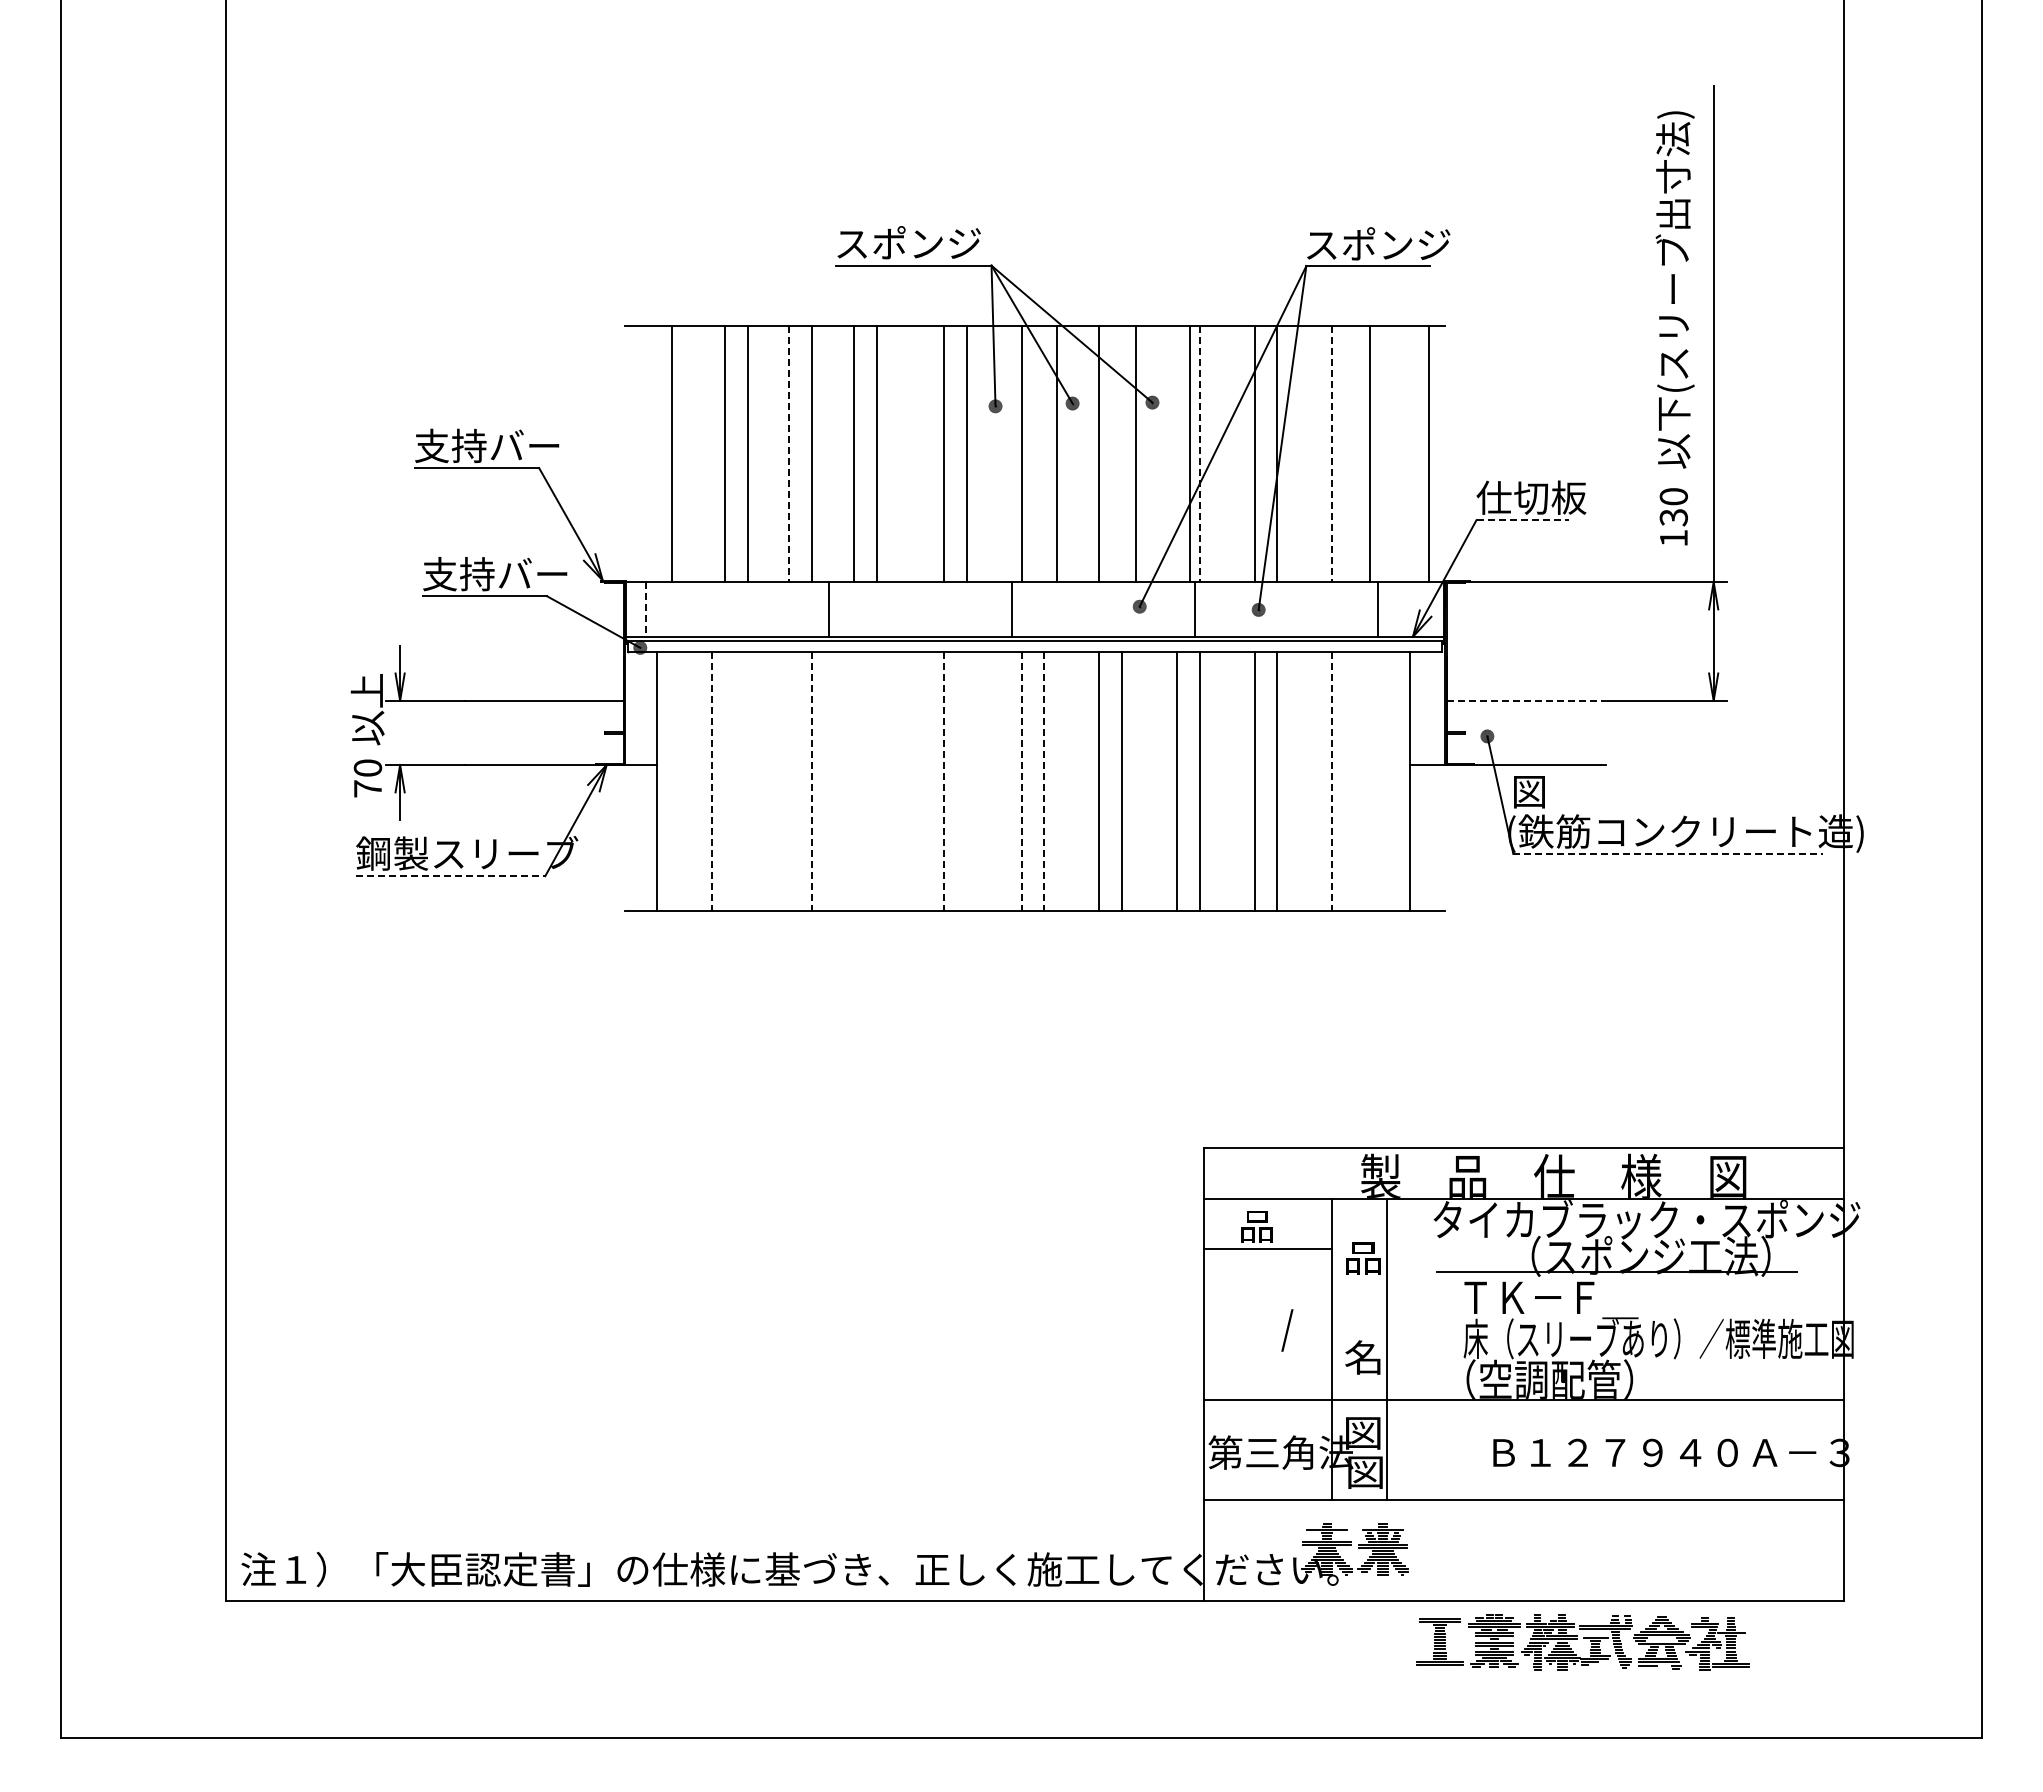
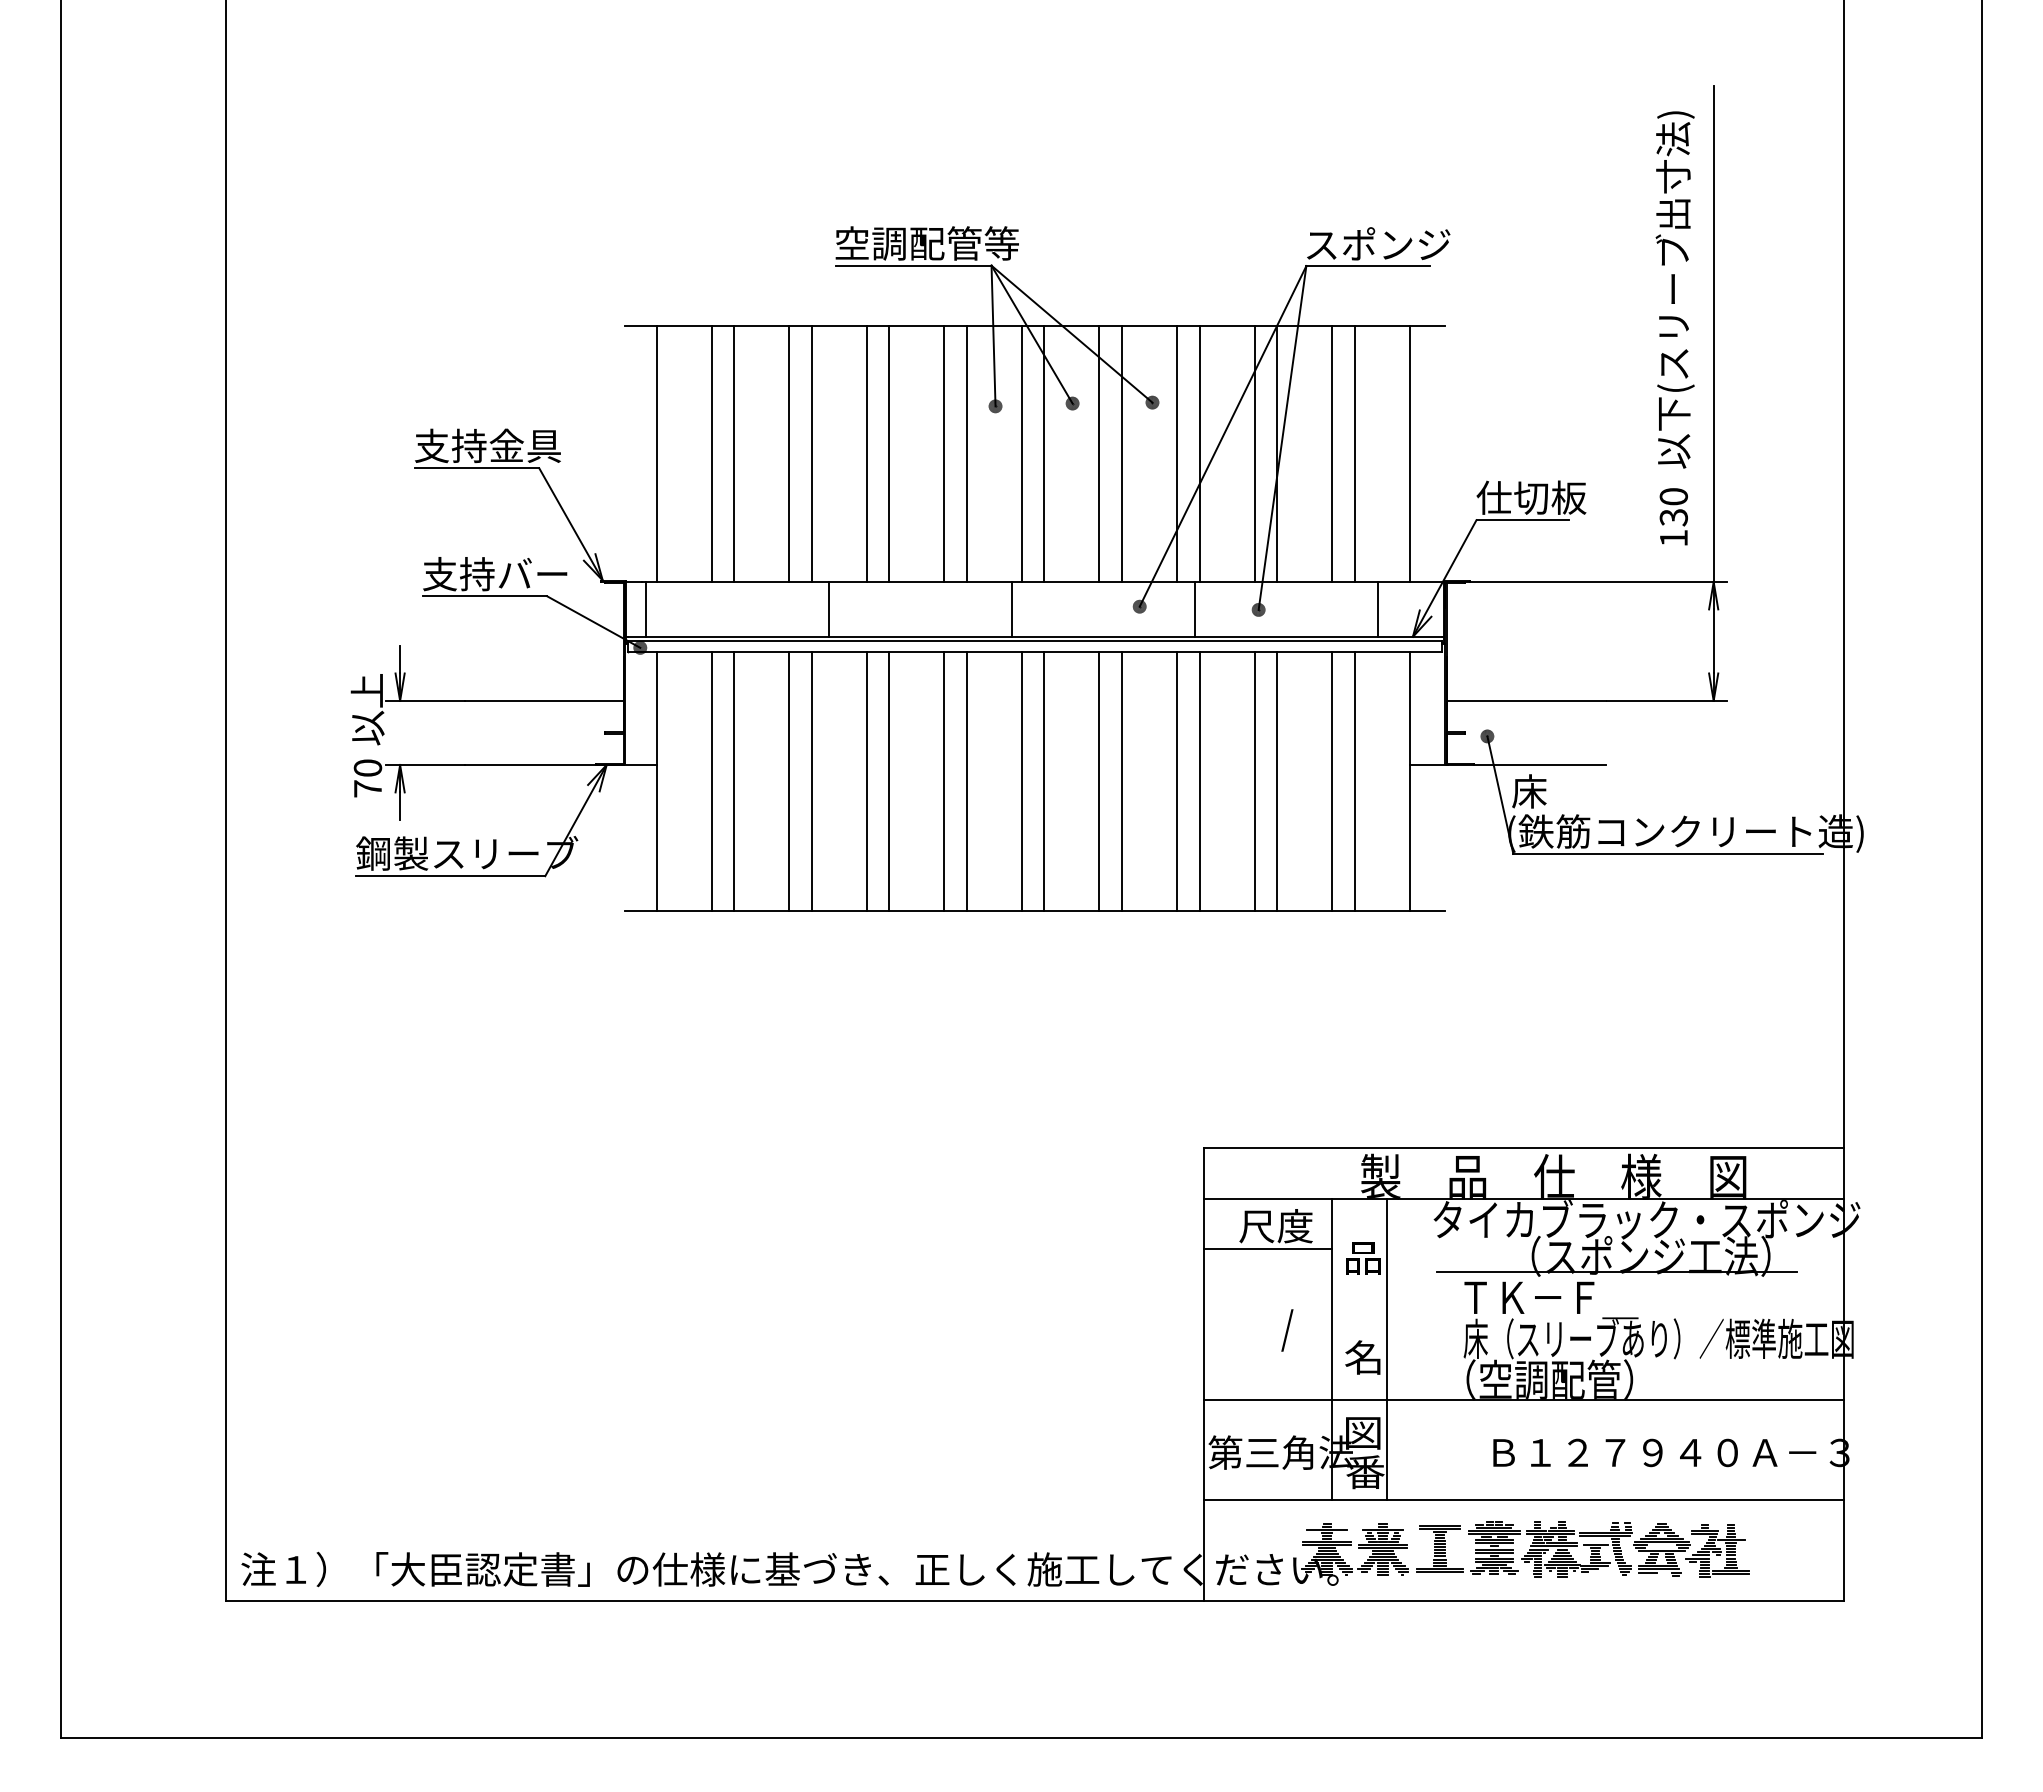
text at (926, 243): スポンジ -> 空調配管等
text at (524, 445): 支持バー -> 支持金具
line at (671, 453) position: (671, 453) -> (656, 453)
line at (724, 453) position: (724, 453) -> (711, 453)
line at (748, 453) position: (748, 453) -> (734, 453)
line at (853, 453) position: (853, 453) -> (866, 453)
line at (877, 453) position: (877, 453) -> (889, 453)
line at (1057, 453) position: (1057, 453) -> (1044, 453)
line at (1136, 453) position: (1136, 453) -> (1122, 453)
line at (1189, 453) position: (1189, 453) -> (1176, 453)
line at (1369, 453) position: (1369, 453) -> (1354, 453)
line at (1428, 453) position: (1428, 453) -> (1409, 453)
line at (789, 454): dashed -> solid
line at (1199, 454): dashed -> solid
line at (1332, 454): dashed -> solid
line at (1523, 520): dashed -> solid
line at (646, 609): dashed -> solid
line at (1526, 700): dashed -> solid
line at (734, 781): none -> present
line at (789, 781): none -> present
line at (866, 781): none -> present
line at (889, 781): none -> present
line at (966, 781): none -> present
line at (1354, 781): none -> present
line at (711, 782): dashed -> solid
line at (811, 782): dashed -> solid
line at (944, 782): dashed -> solid
line at (1021, 782): dashed -> solid
line at (1044, 782): dashed -> solid
line at (1332, 782): dashed -> solid
text at (1529, 791): 図 -> 床
line at (1668, 853): dashed -> solid
line at (450, 876): dashed -> solid
text at (1275, 1226): 品 -> 尺度
text at (1365, 1472): 図 -> 番
part at (1582, 1642) position: (1582, 1642) -> (1582, 1549)
